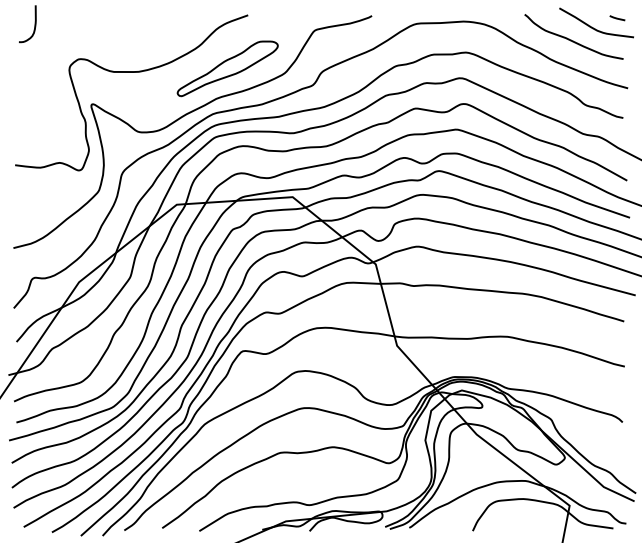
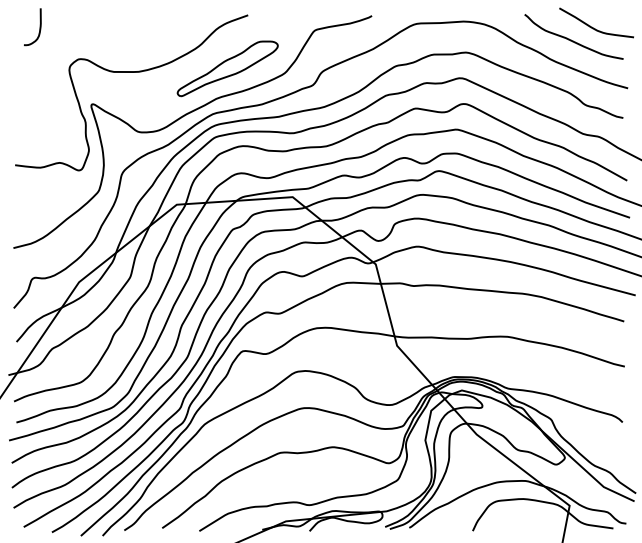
line at (617, 18): present -> none
curve at (34, 24) position: (34, 24) -> (39, 27)
